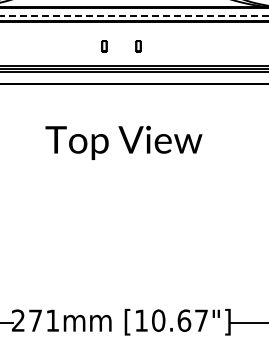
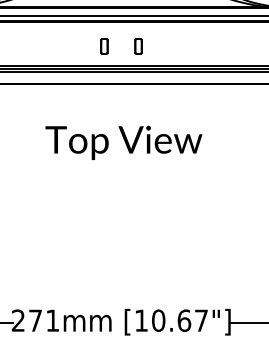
line at (133, 15): dashed -> solid
part at (104, 46) size: 7x13 px -> 9x17 px
part at (138, 46) size: 7x13 px -> 9x17 px
